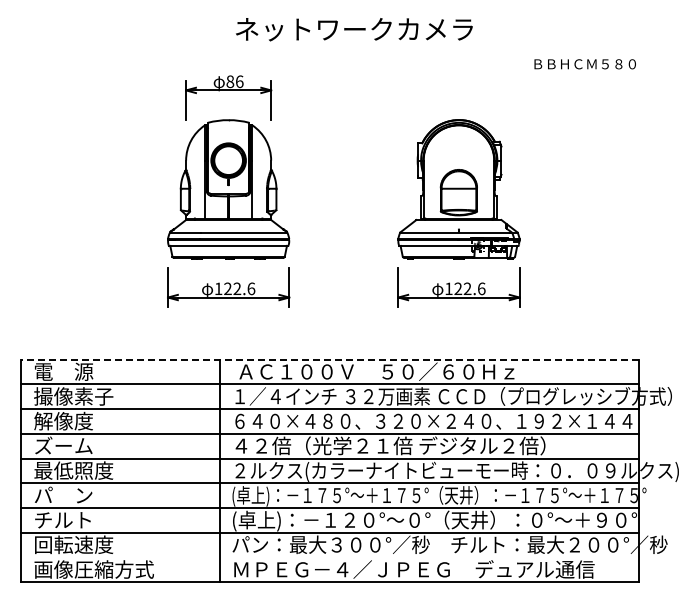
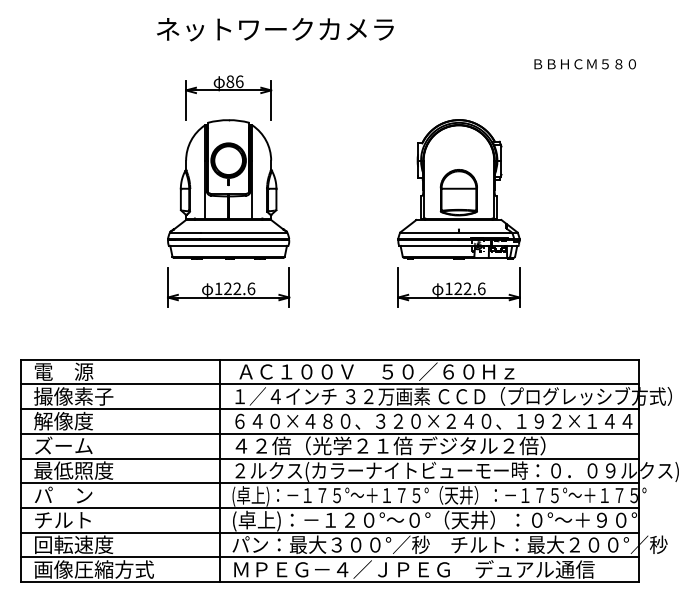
text at (354, 29) position: (354, 29) -> (275, 29)
line at (329, 359): dashed -> solid
line at (329, 557): none -> present
